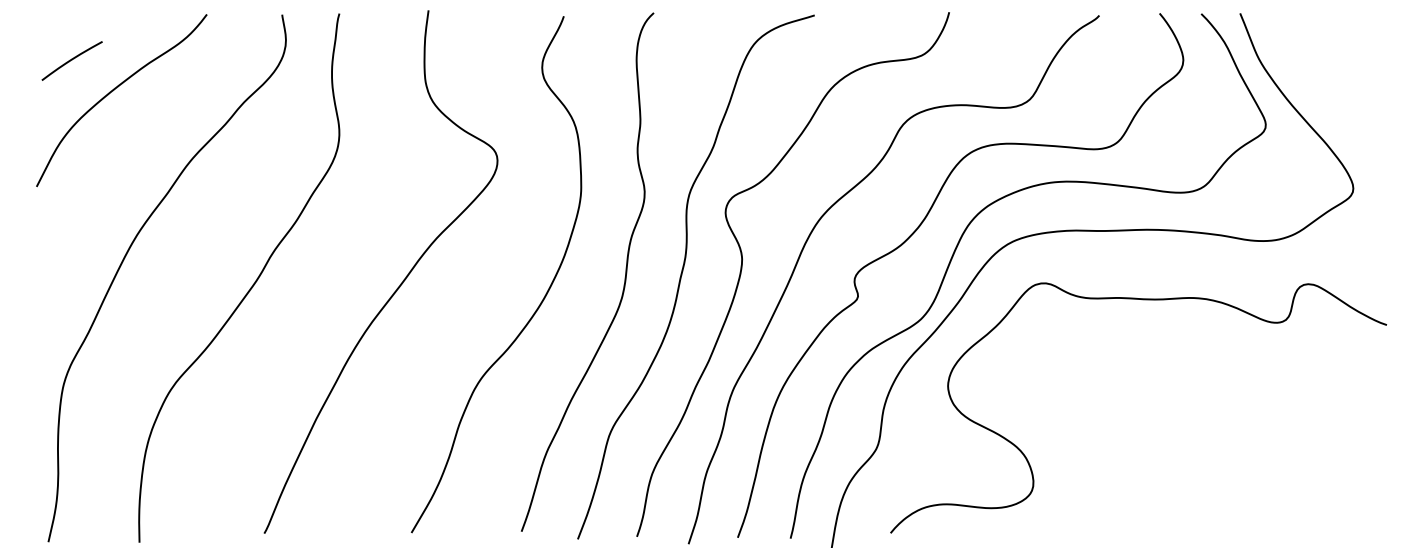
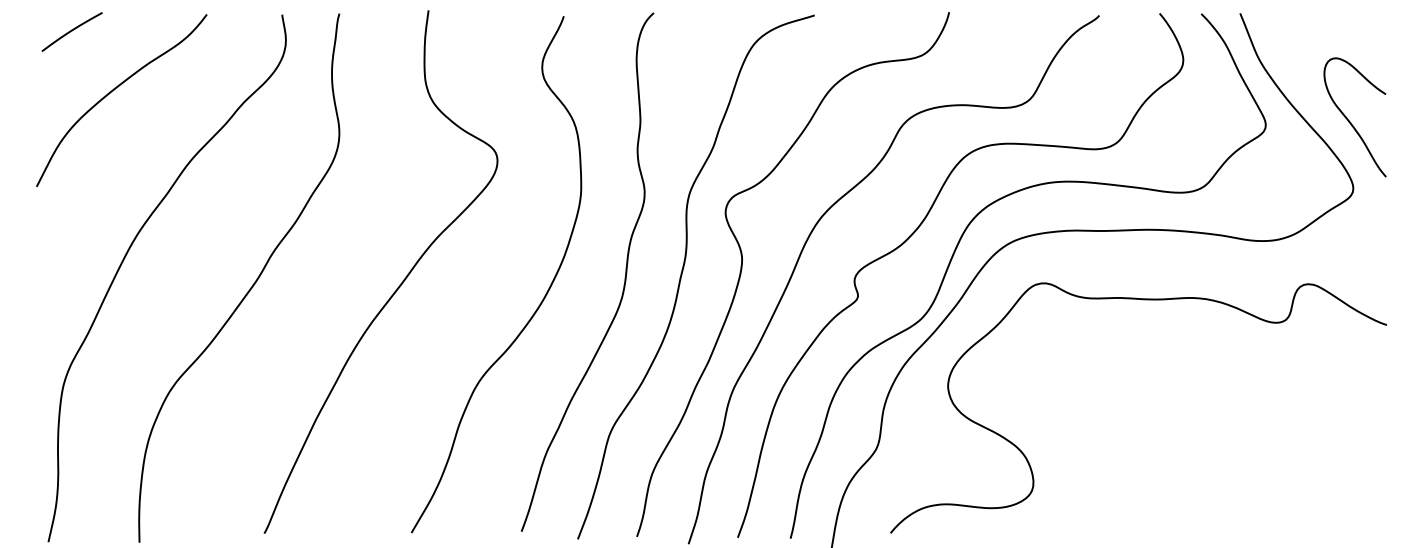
curve at (71, 60) position: (71, 60) -> (71, 31)
curve at (1350, 121): none -> present
